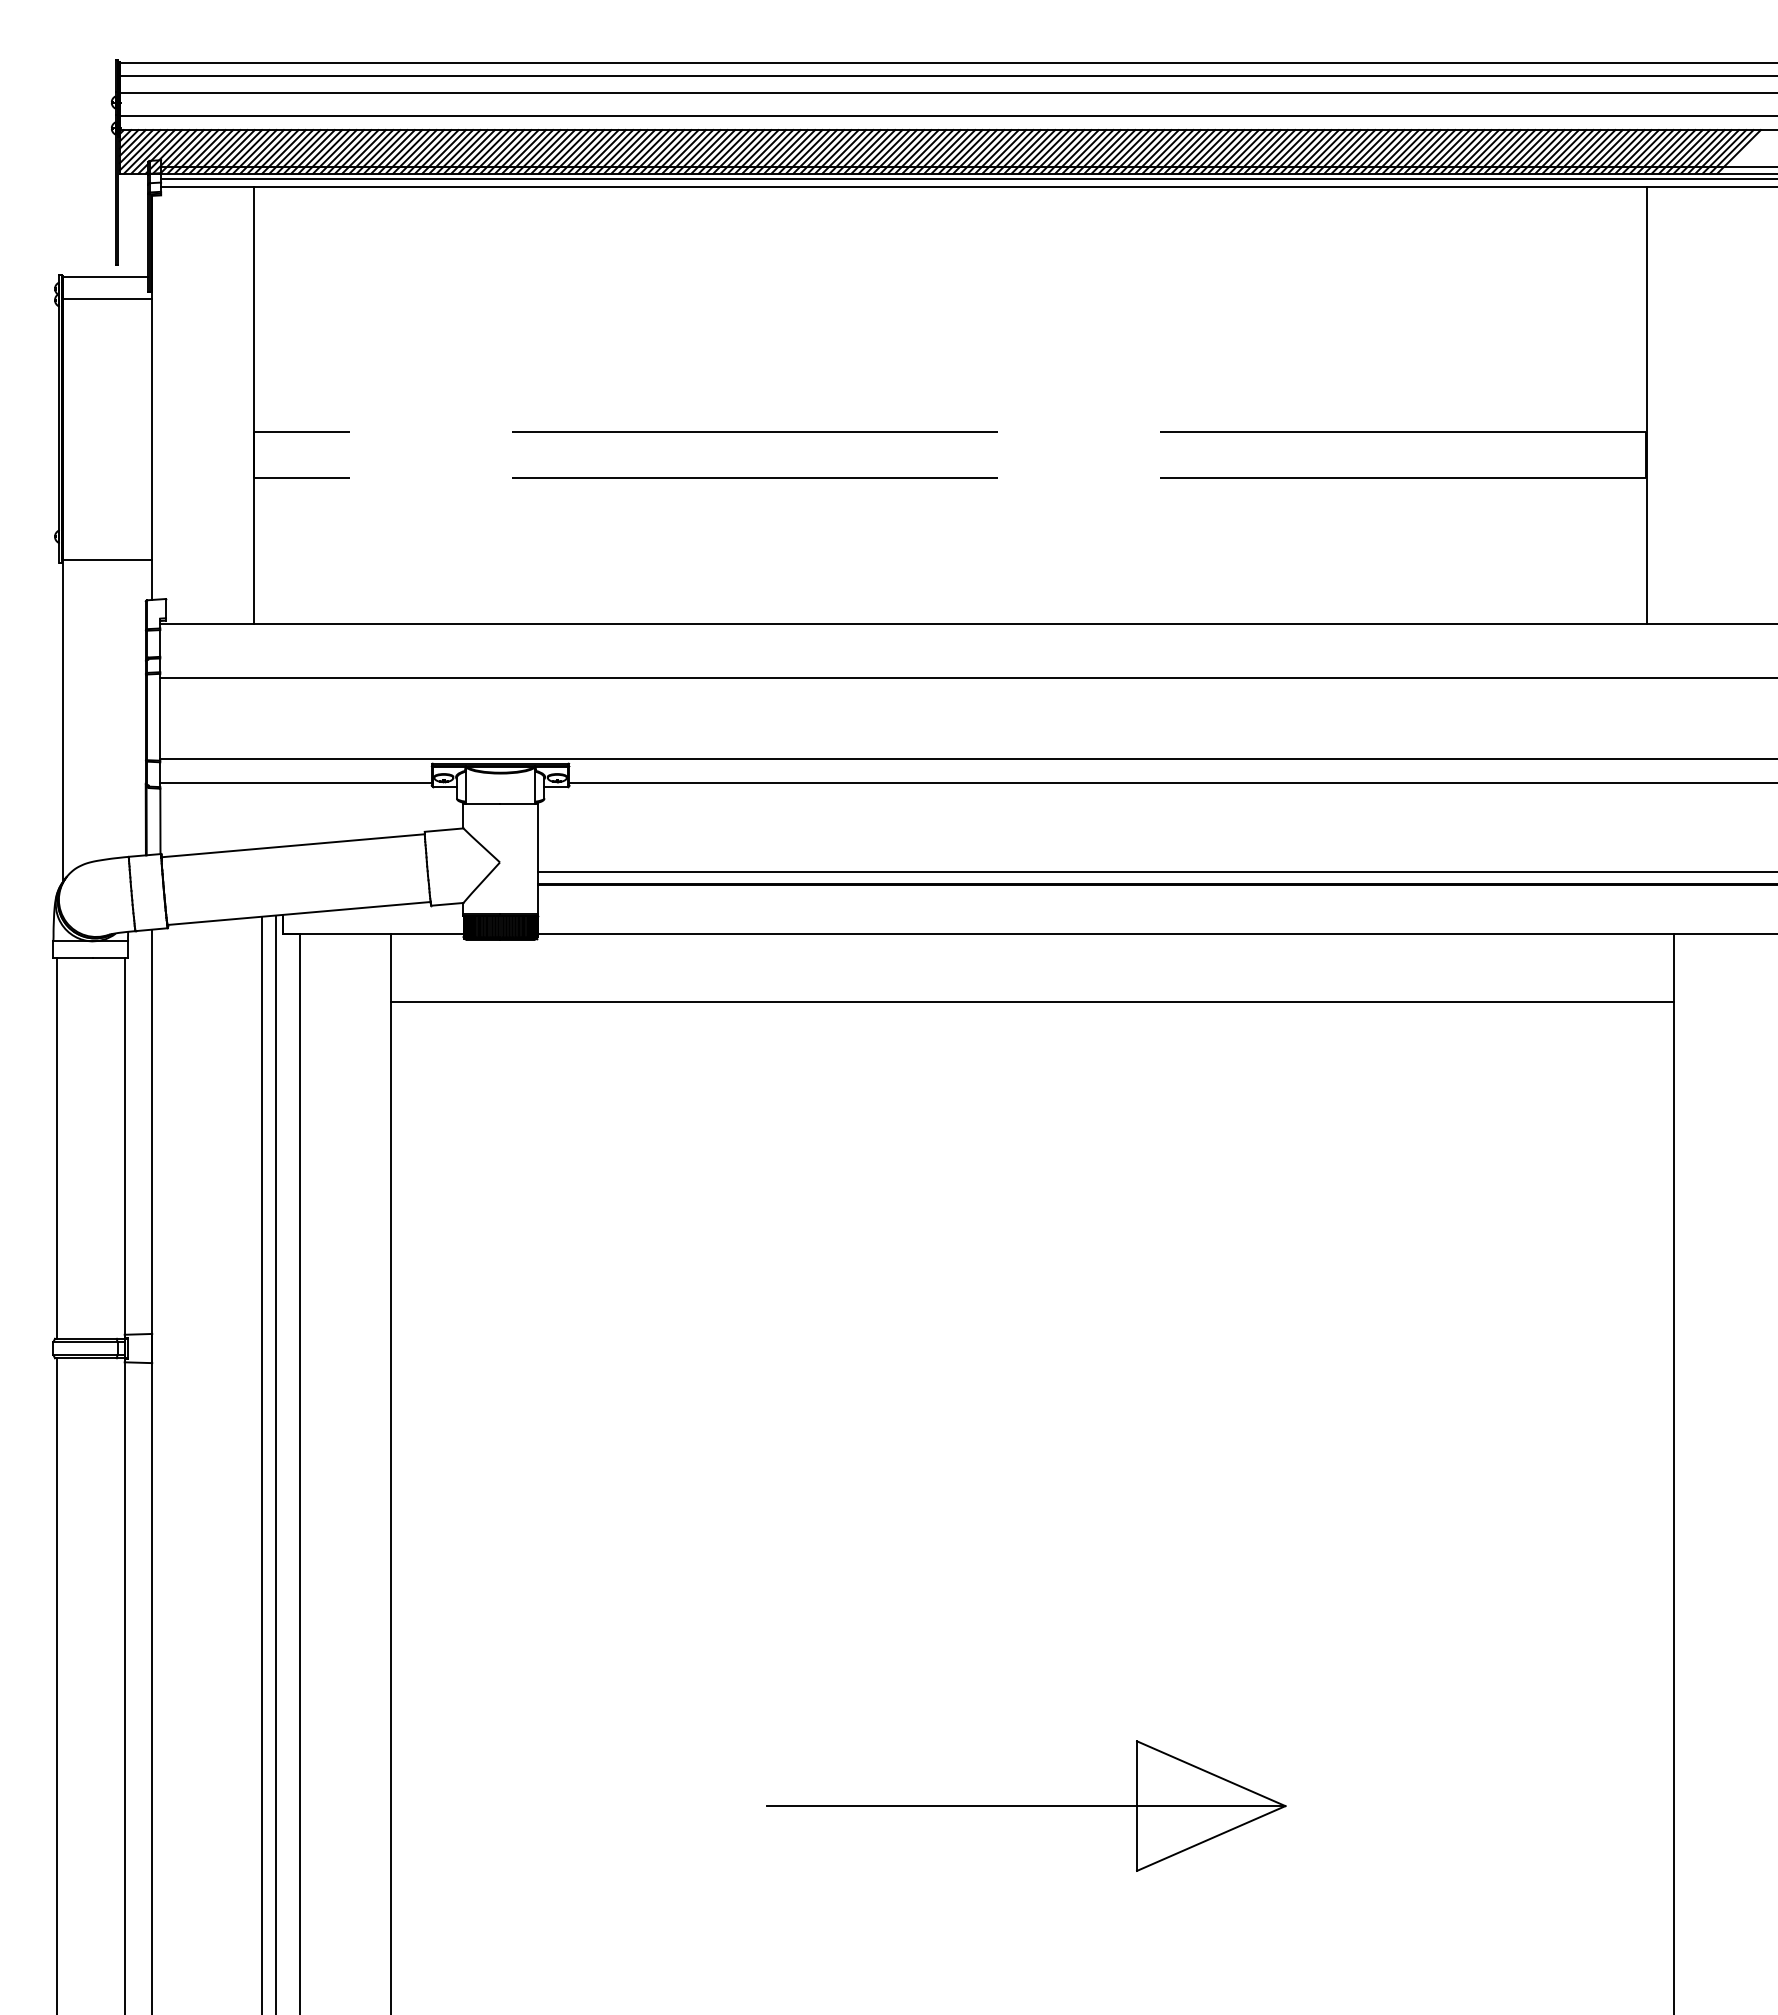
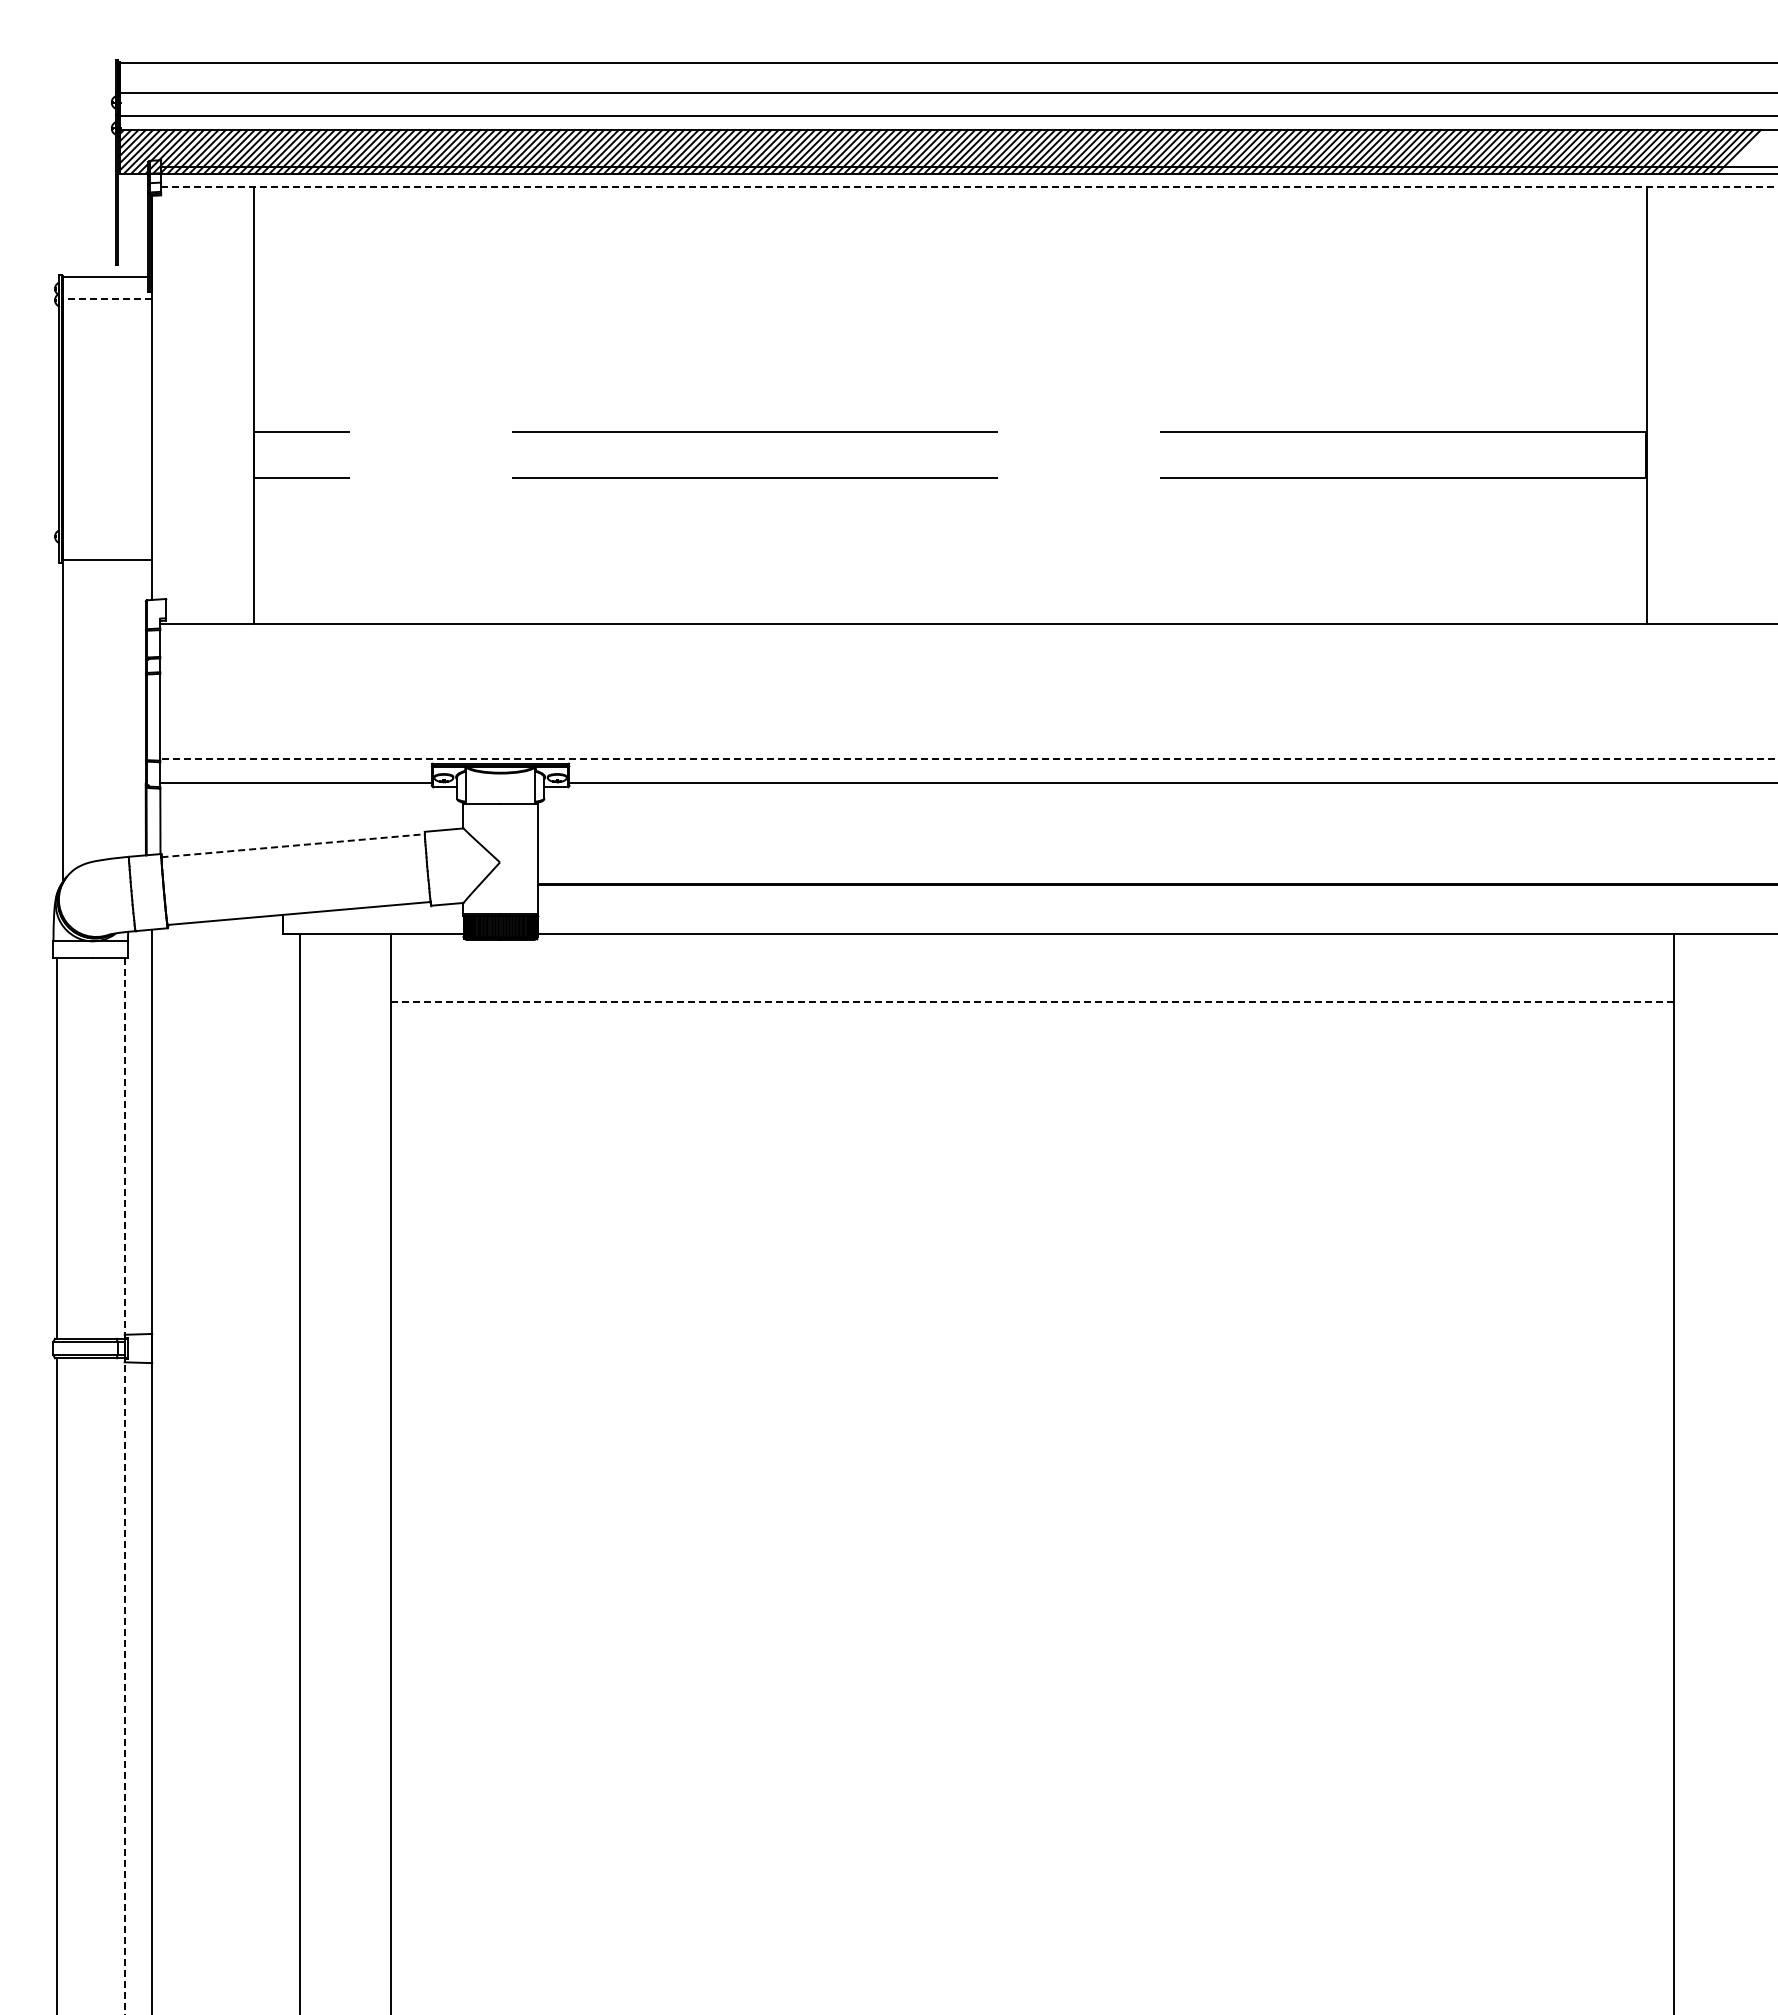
line at (946, 76): present -> none
line at (967, 178): present -> none
line at (969, 187): solid -> dashed
line at (107, 299): solid -> dashed
line at (967, 677): present -> none
line at (968, 758): solid -> dashed
line at (293, 845): solid -> dashed
line at (1155, 872): present -> none
line at (1031, 1001): solid -> dashed
line at (261, 1463): present -> none
line at (276, 1463): present -> none
line at (124, 1486): solid -> dashed
part at (1026, 1805): present -> none
